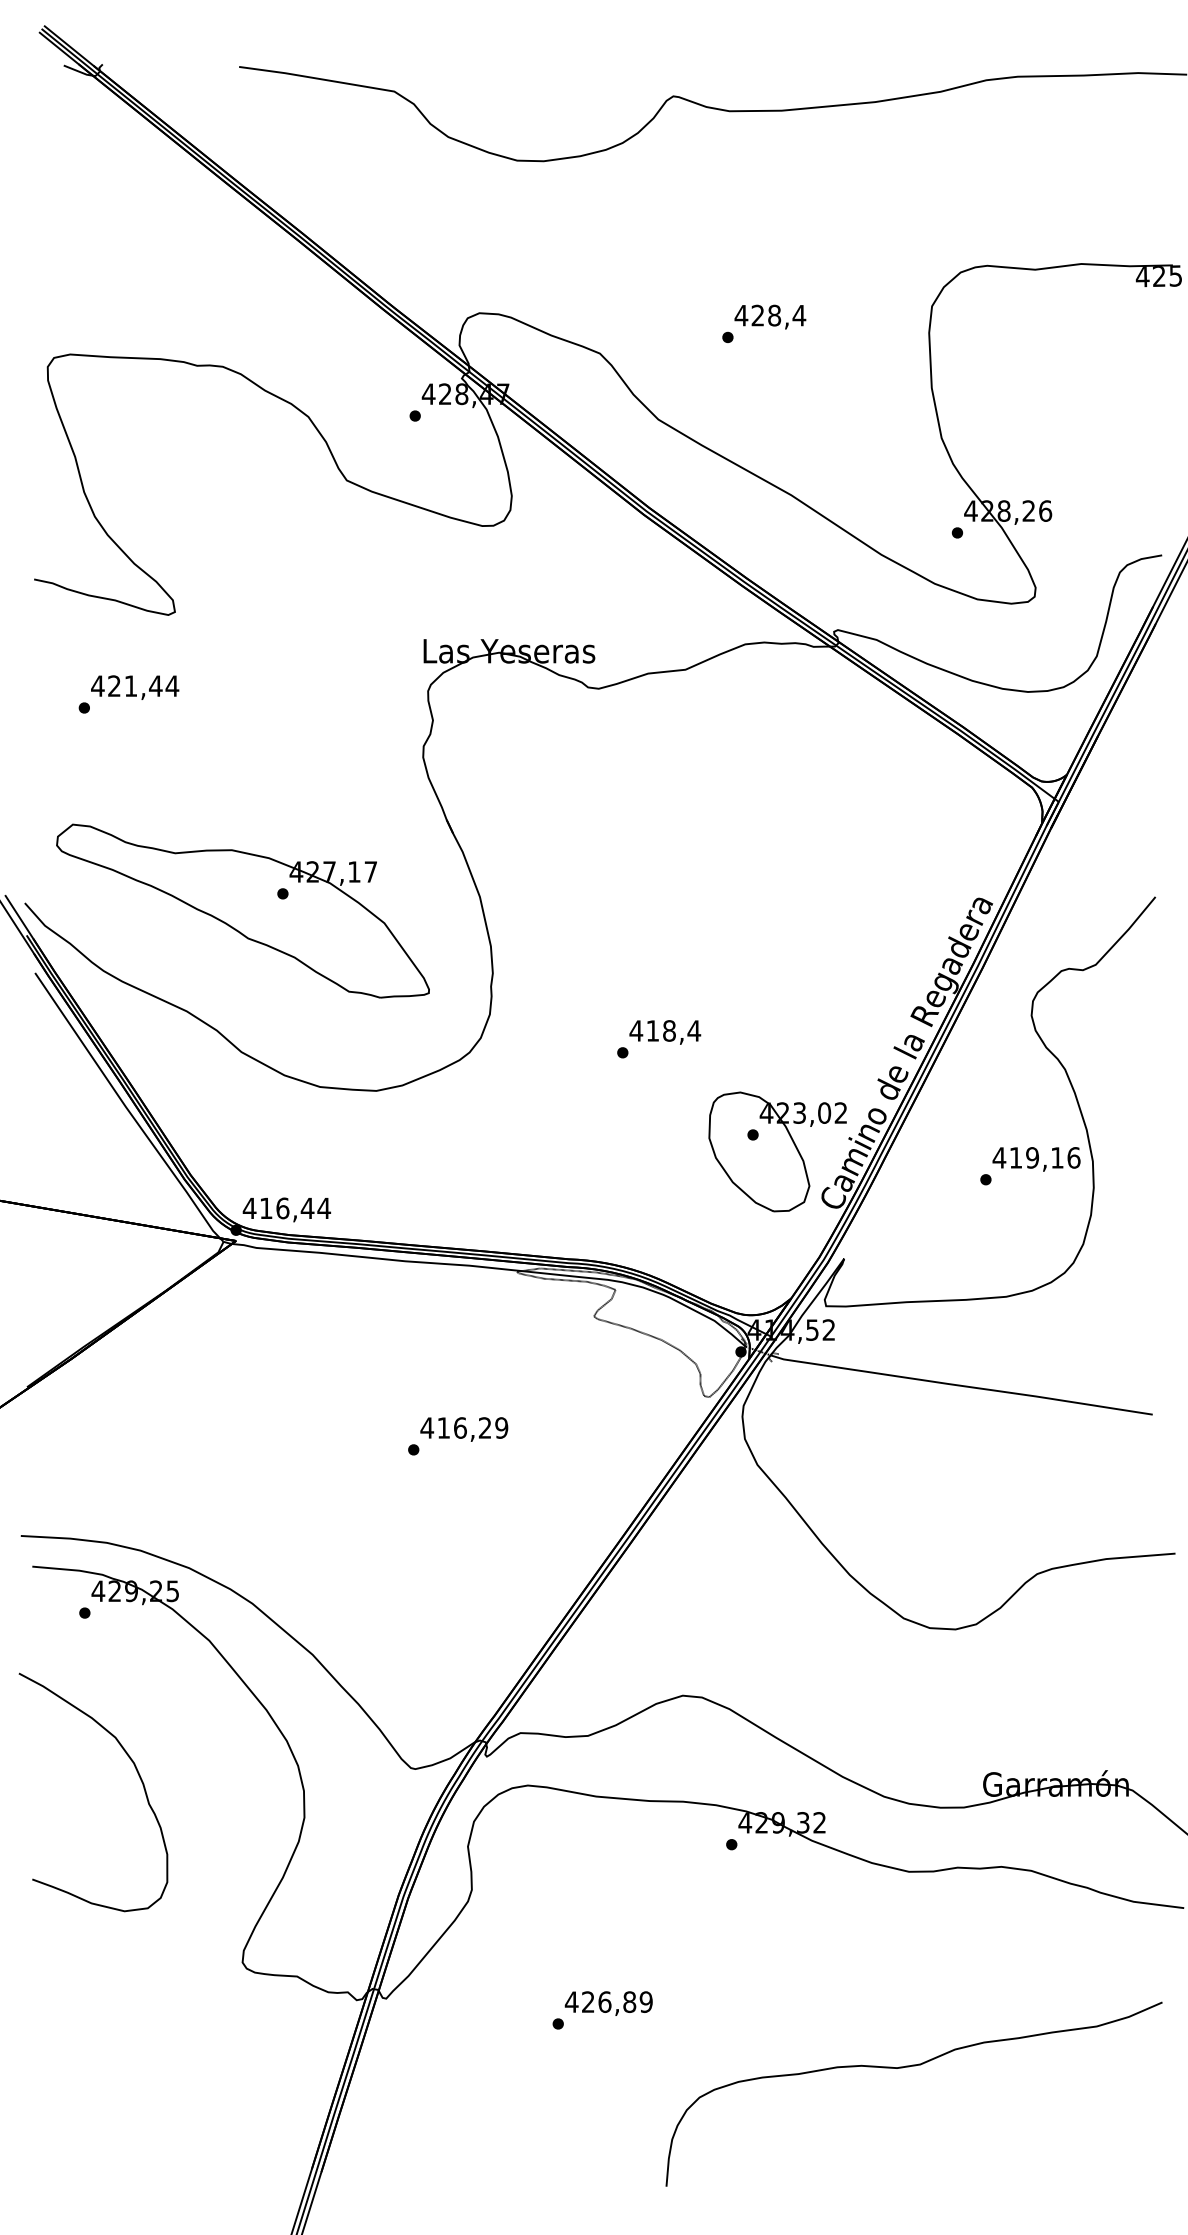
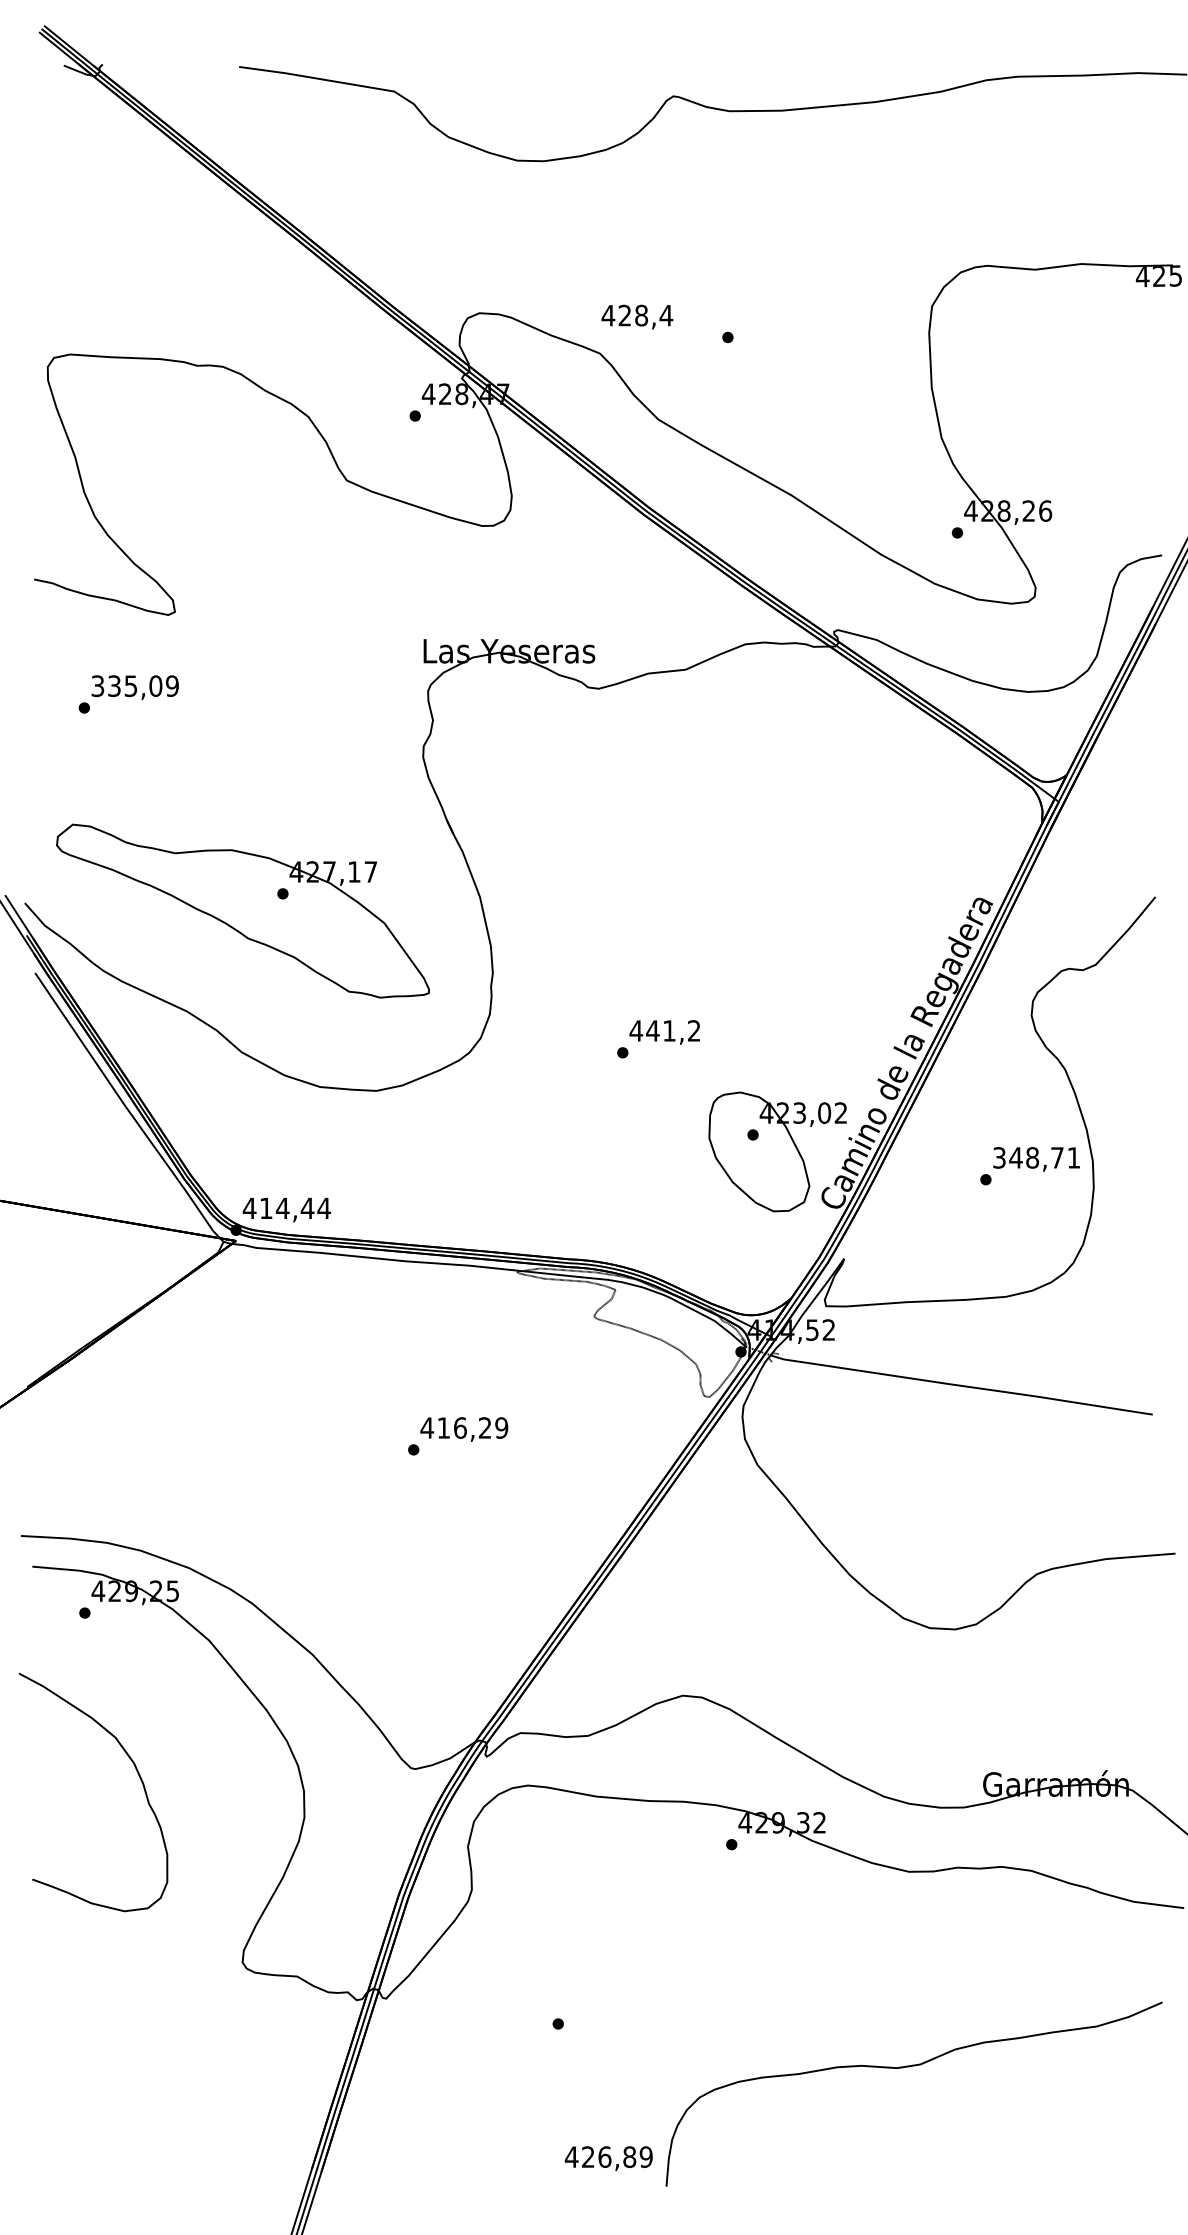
text at (770, 316) position: (770, 316) -> (637, 316)
text at (135, 686): 421,44 -> 335,09
text at (673, 1030): 418,4 -> 441,2
text at (1036, 1157): 419,16 -> 348,71
text at (282, 1208): 416,44 -> 414,44
text at (608, 2003) position: (608, 2003) -> (608, 2158)
